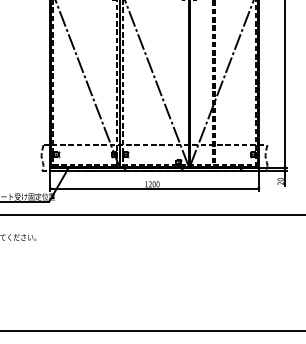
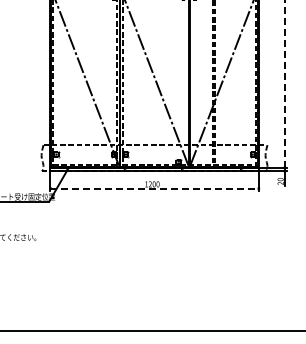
line at (284, 83): solid -> dashed
line at (155, 188): solid -> dashed
line at (152, 214): present -> none
